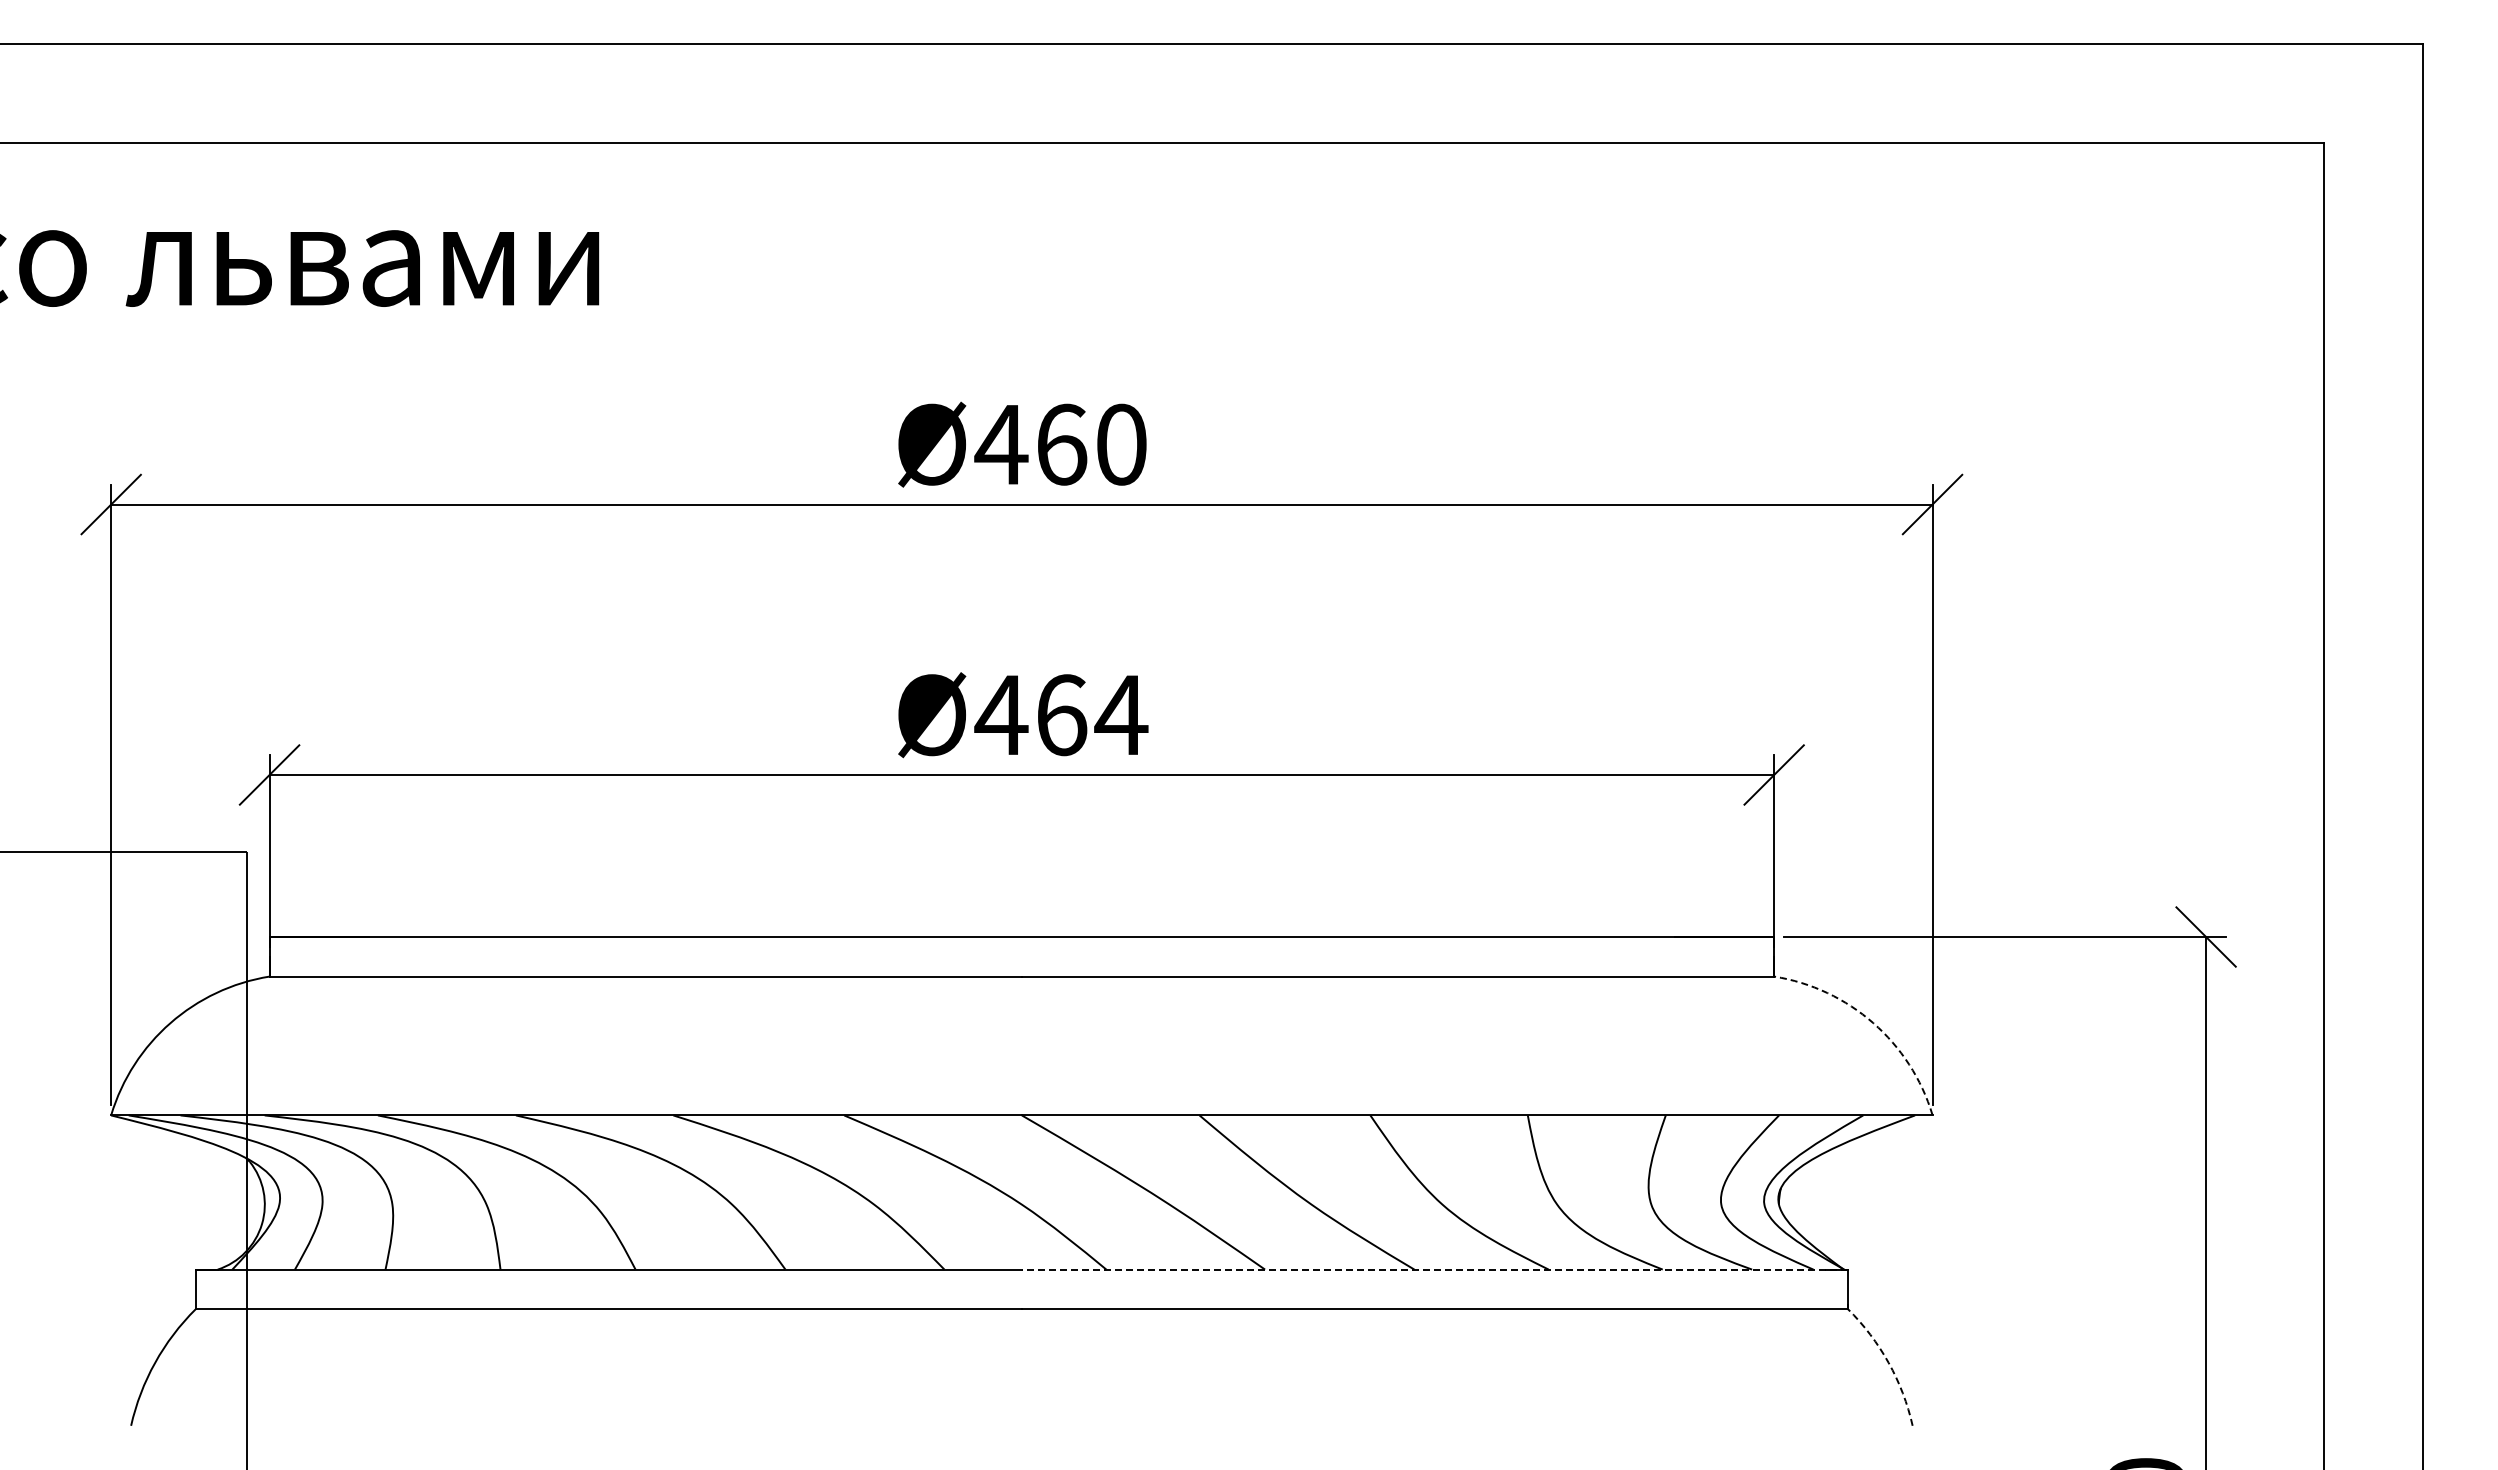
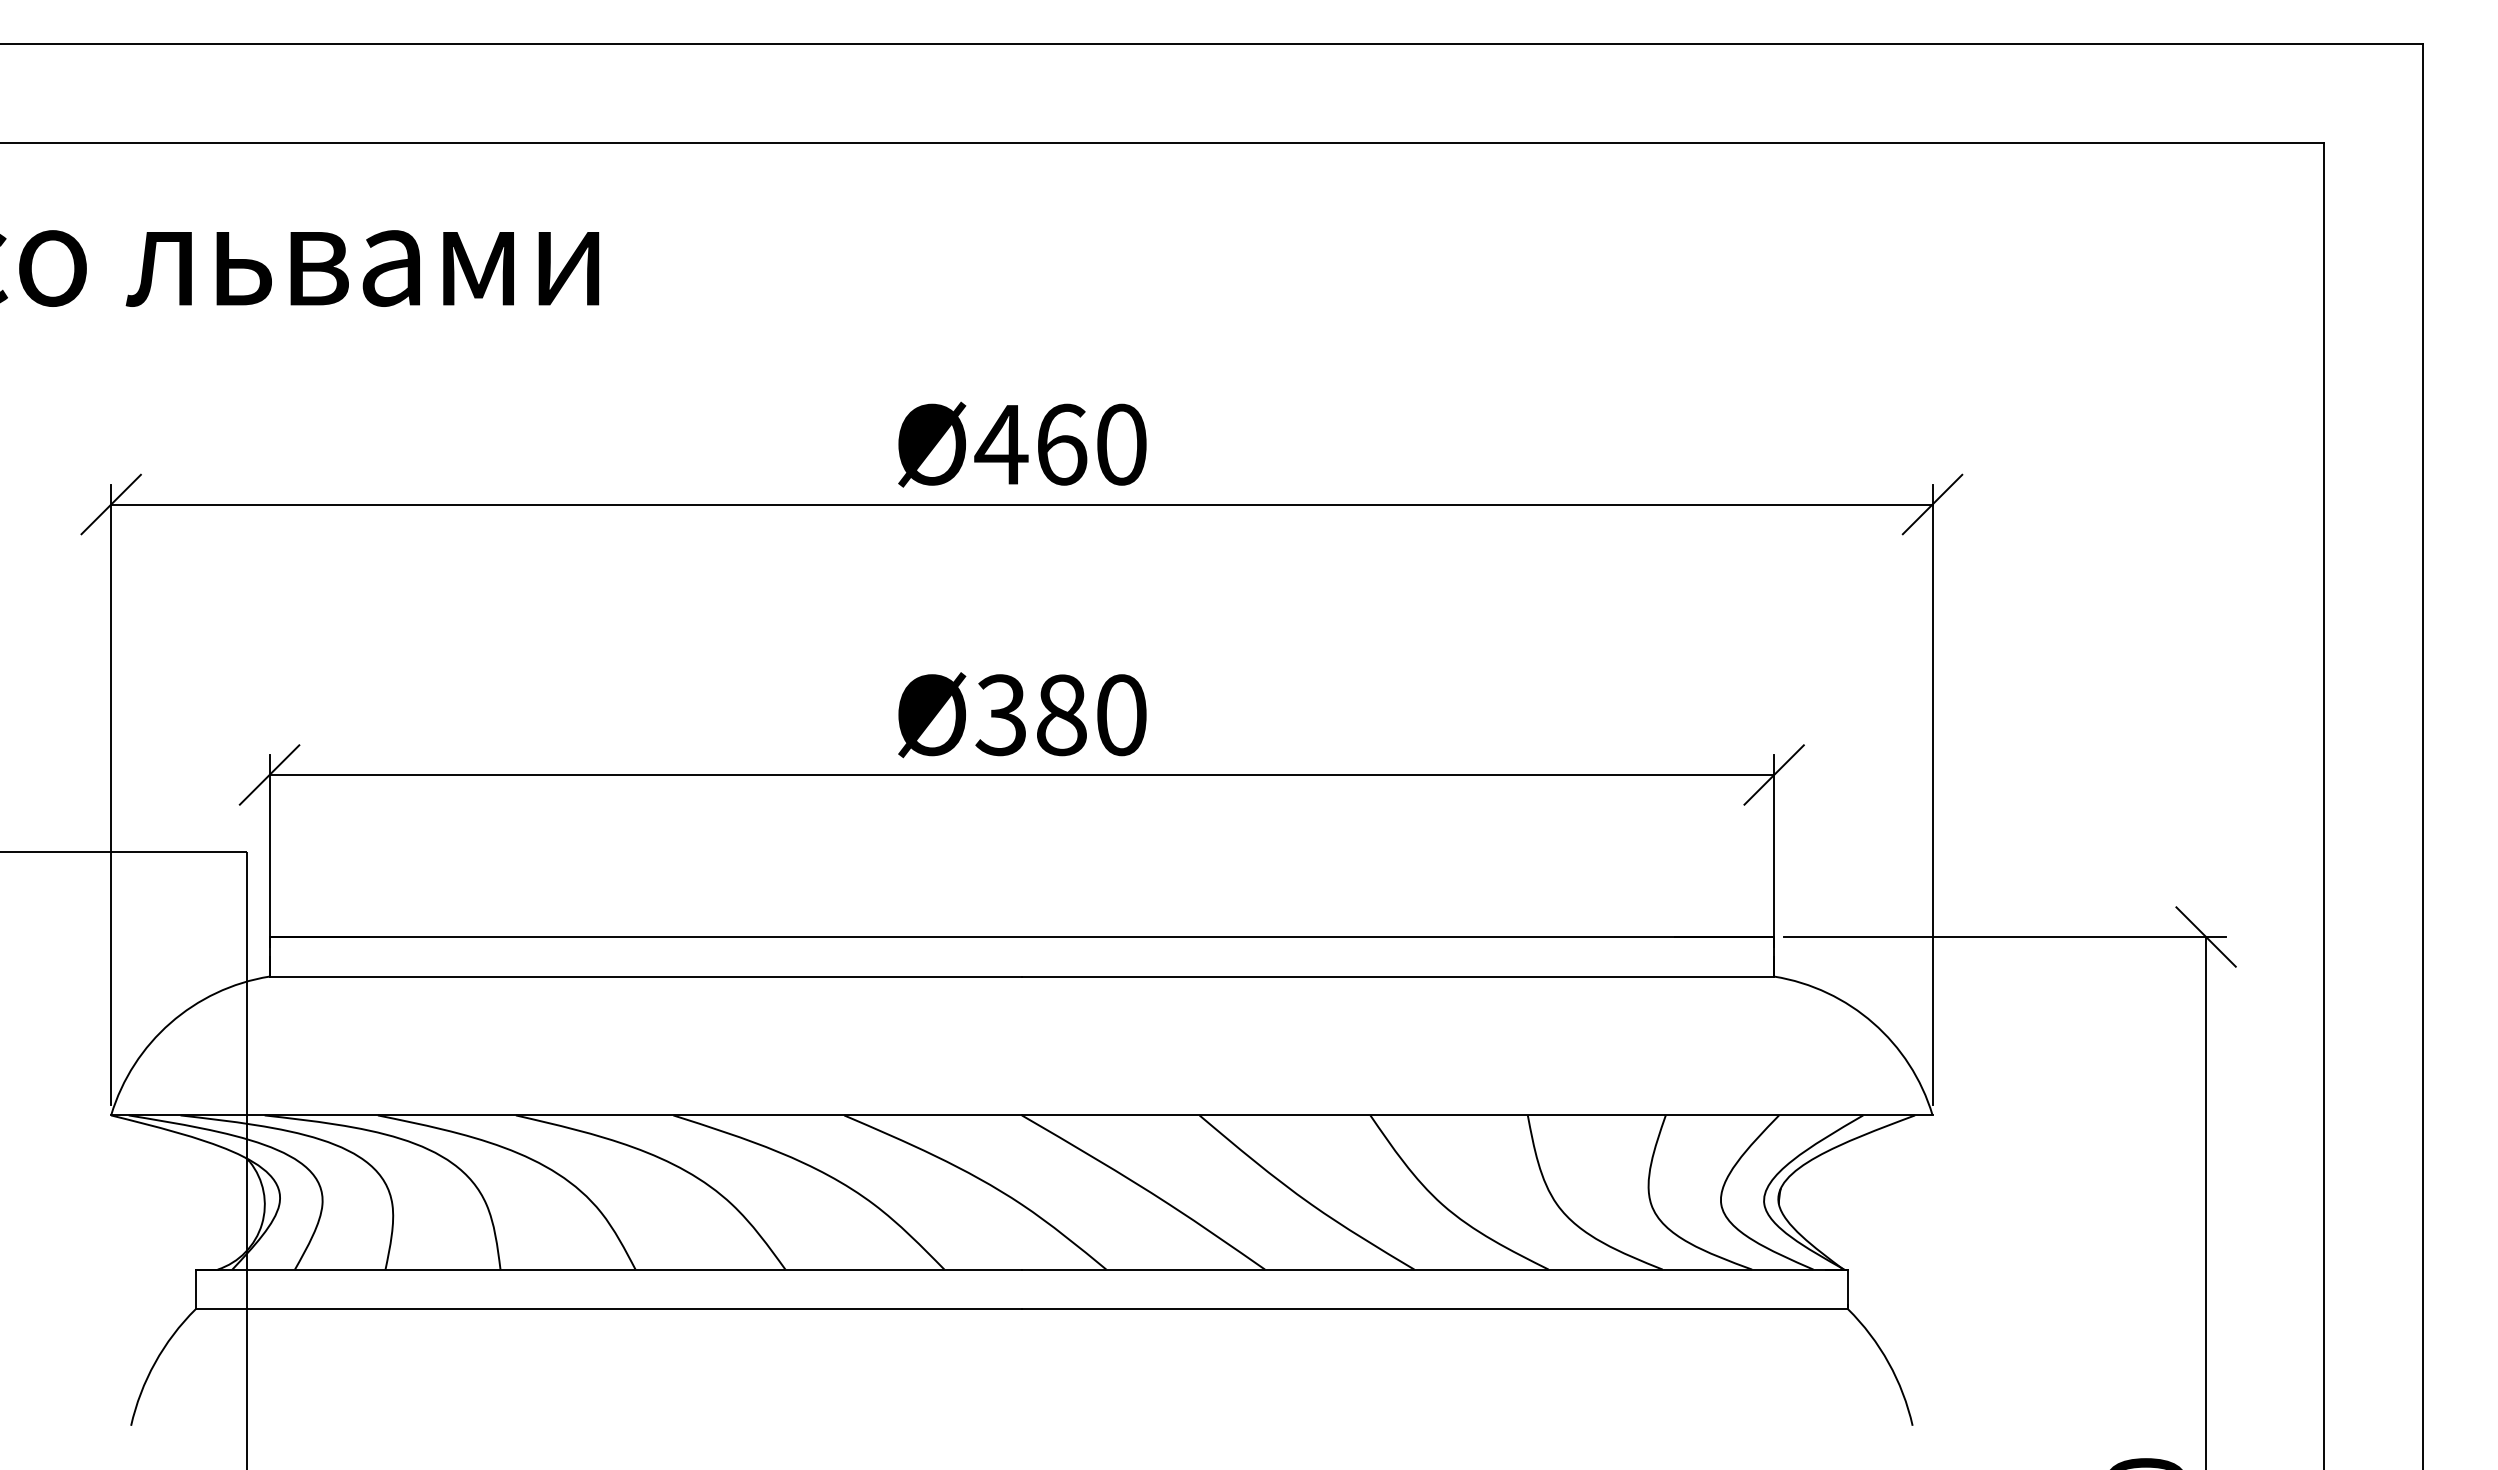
text at (1061, 715): Ø464 -> Ø380
arc at (1873, 1023): dashed -> solid
line at (1434, 1269): dashed -> solid
arc at (1888, 1362): dashed -> solid
